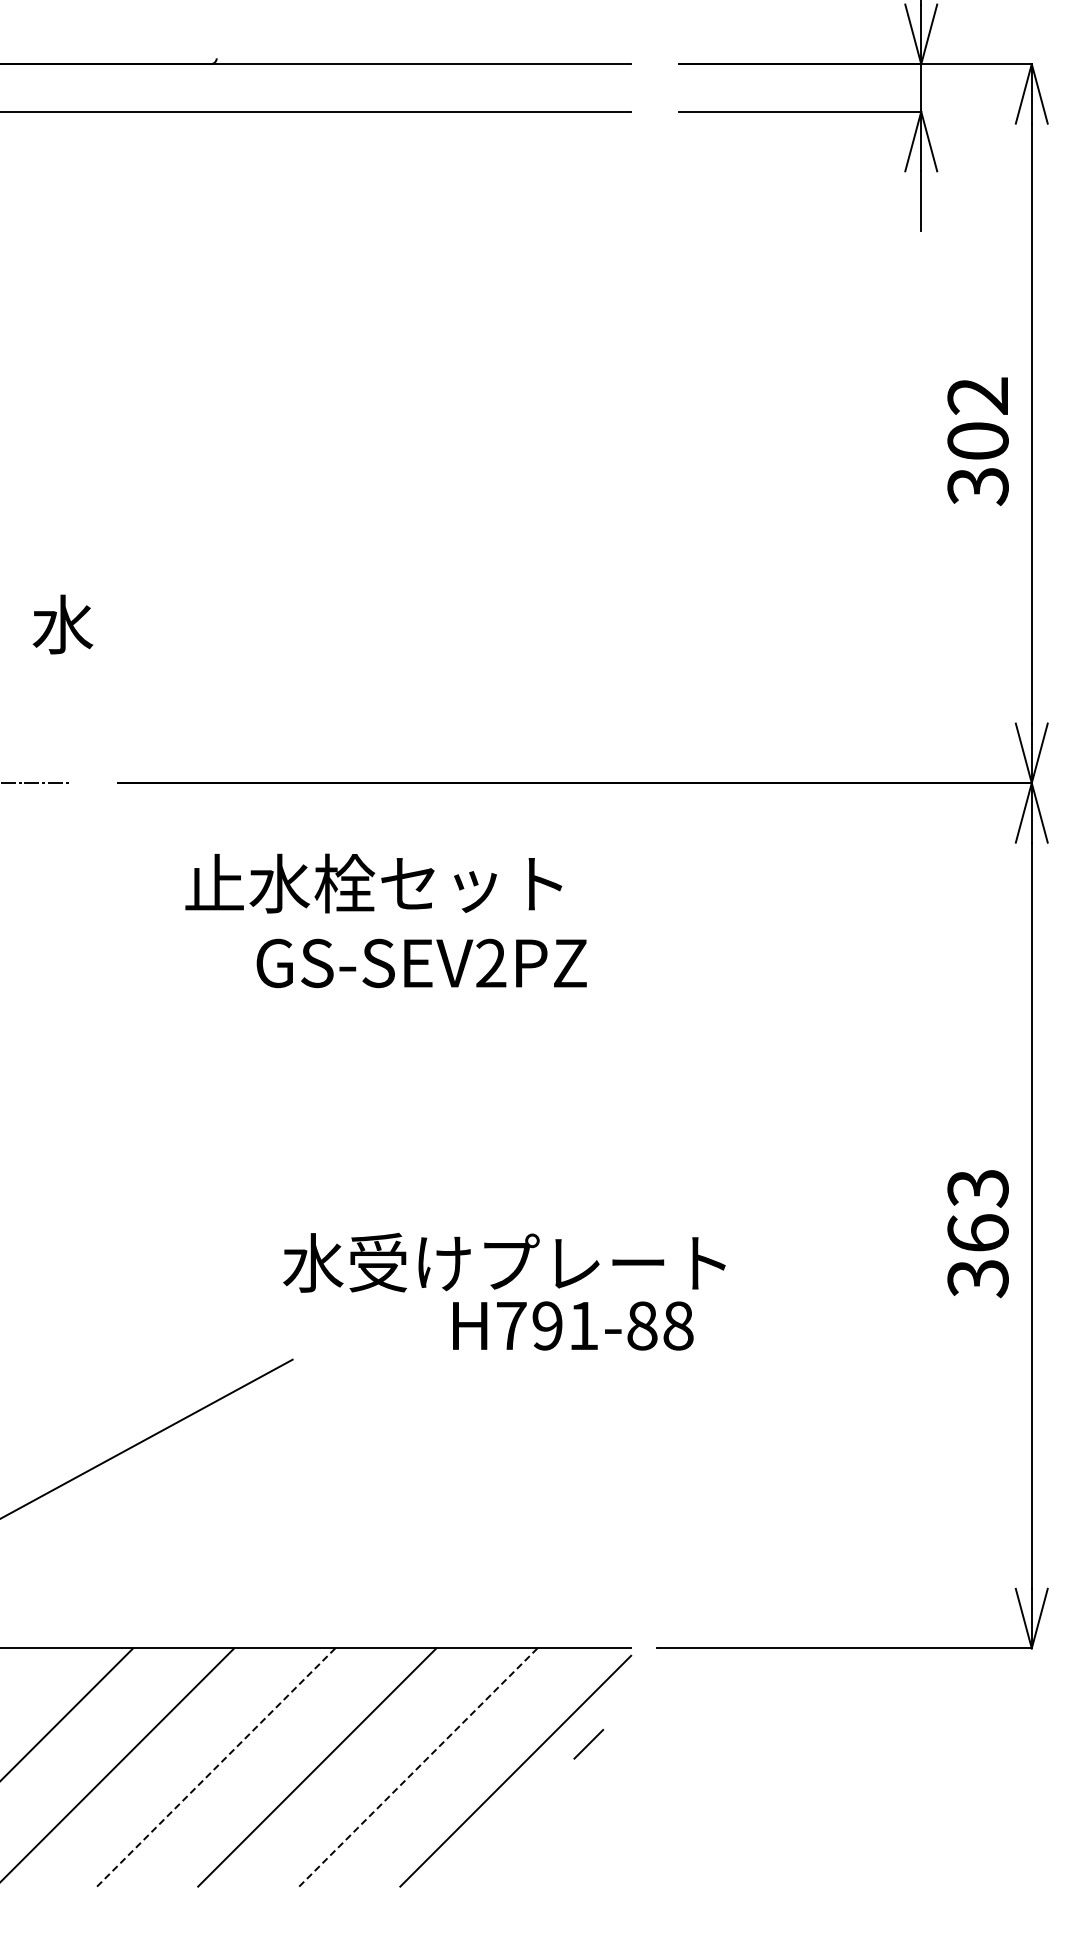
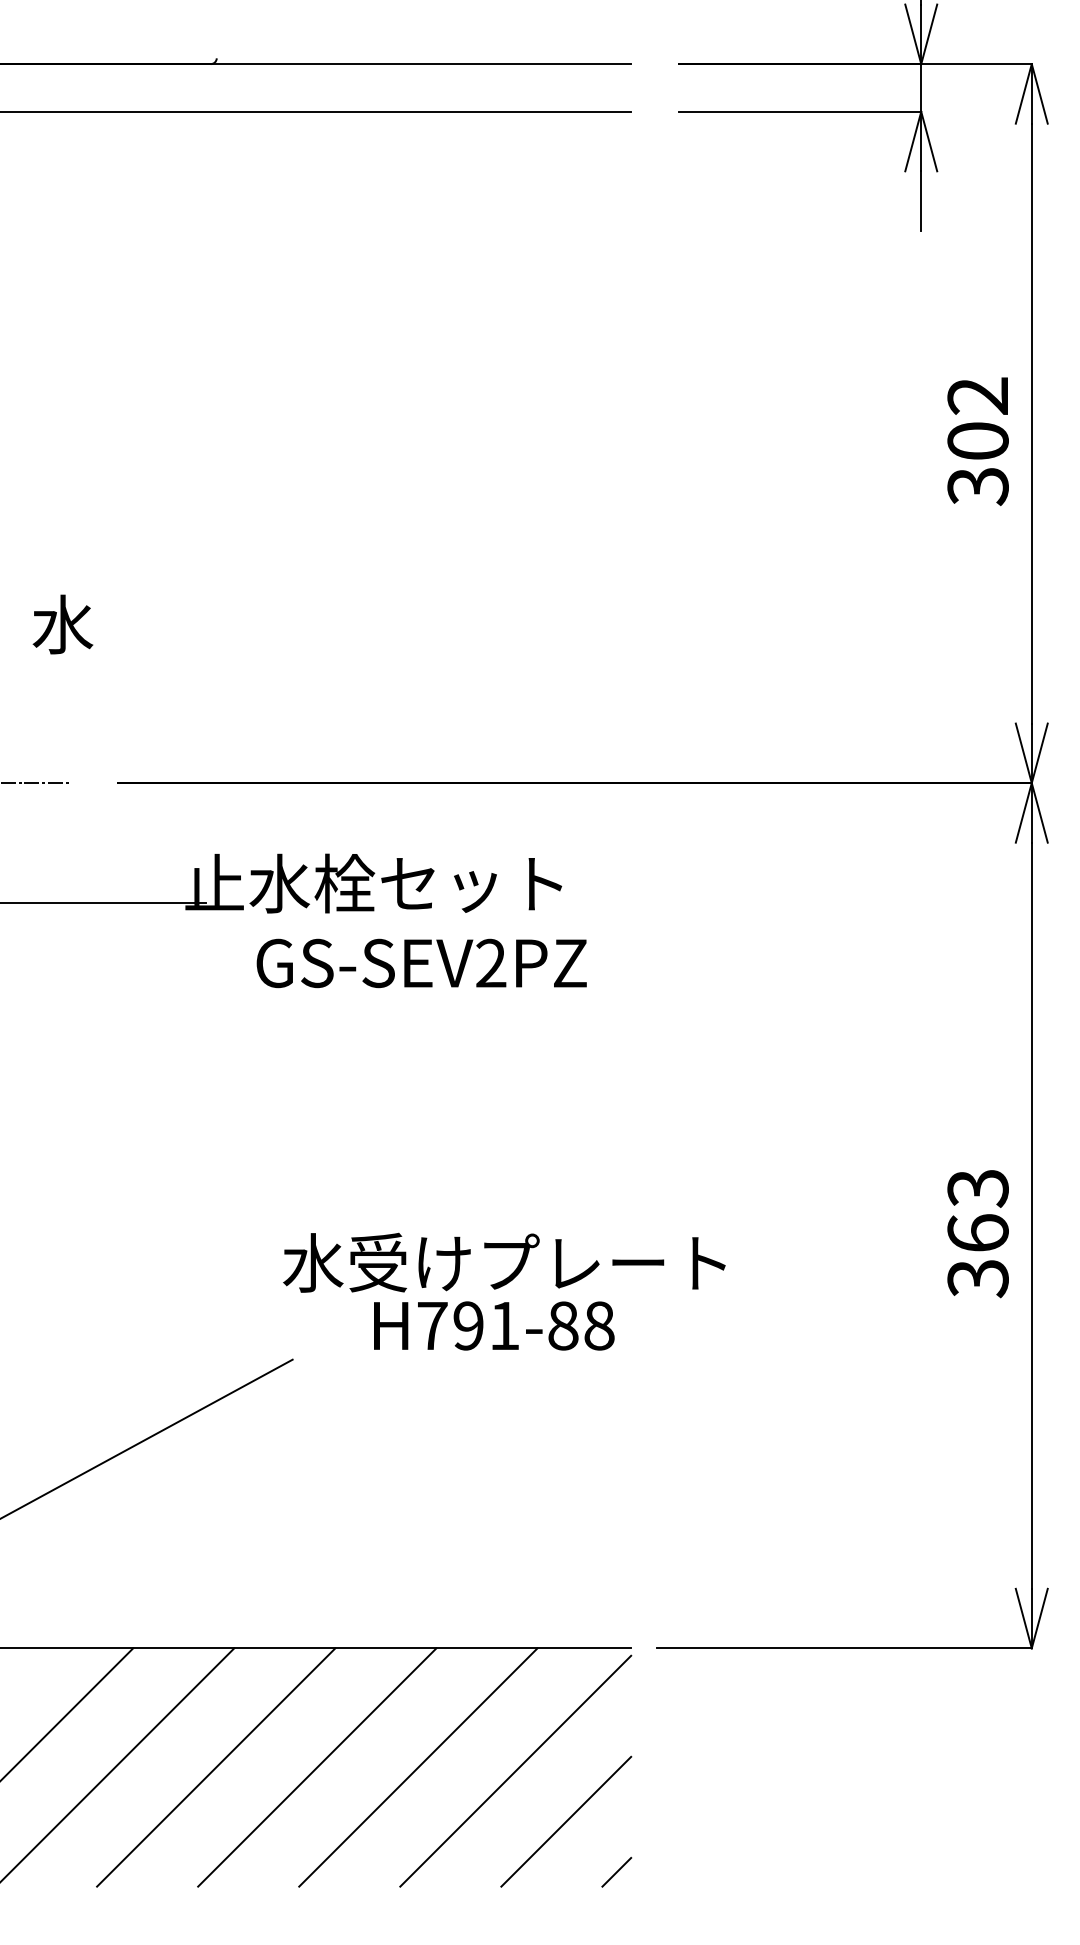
line at (103, 903): none -> present
text at (573, 1325) position: (573, 1325) -> (494, 1325)
line at (588, 1743) position: (588, 1743) -> (616, 1871)
line at (216, 1767): dashed -> solid
line at (418, 1767): dashed -> solid
line at (566, 1821): none -> present
